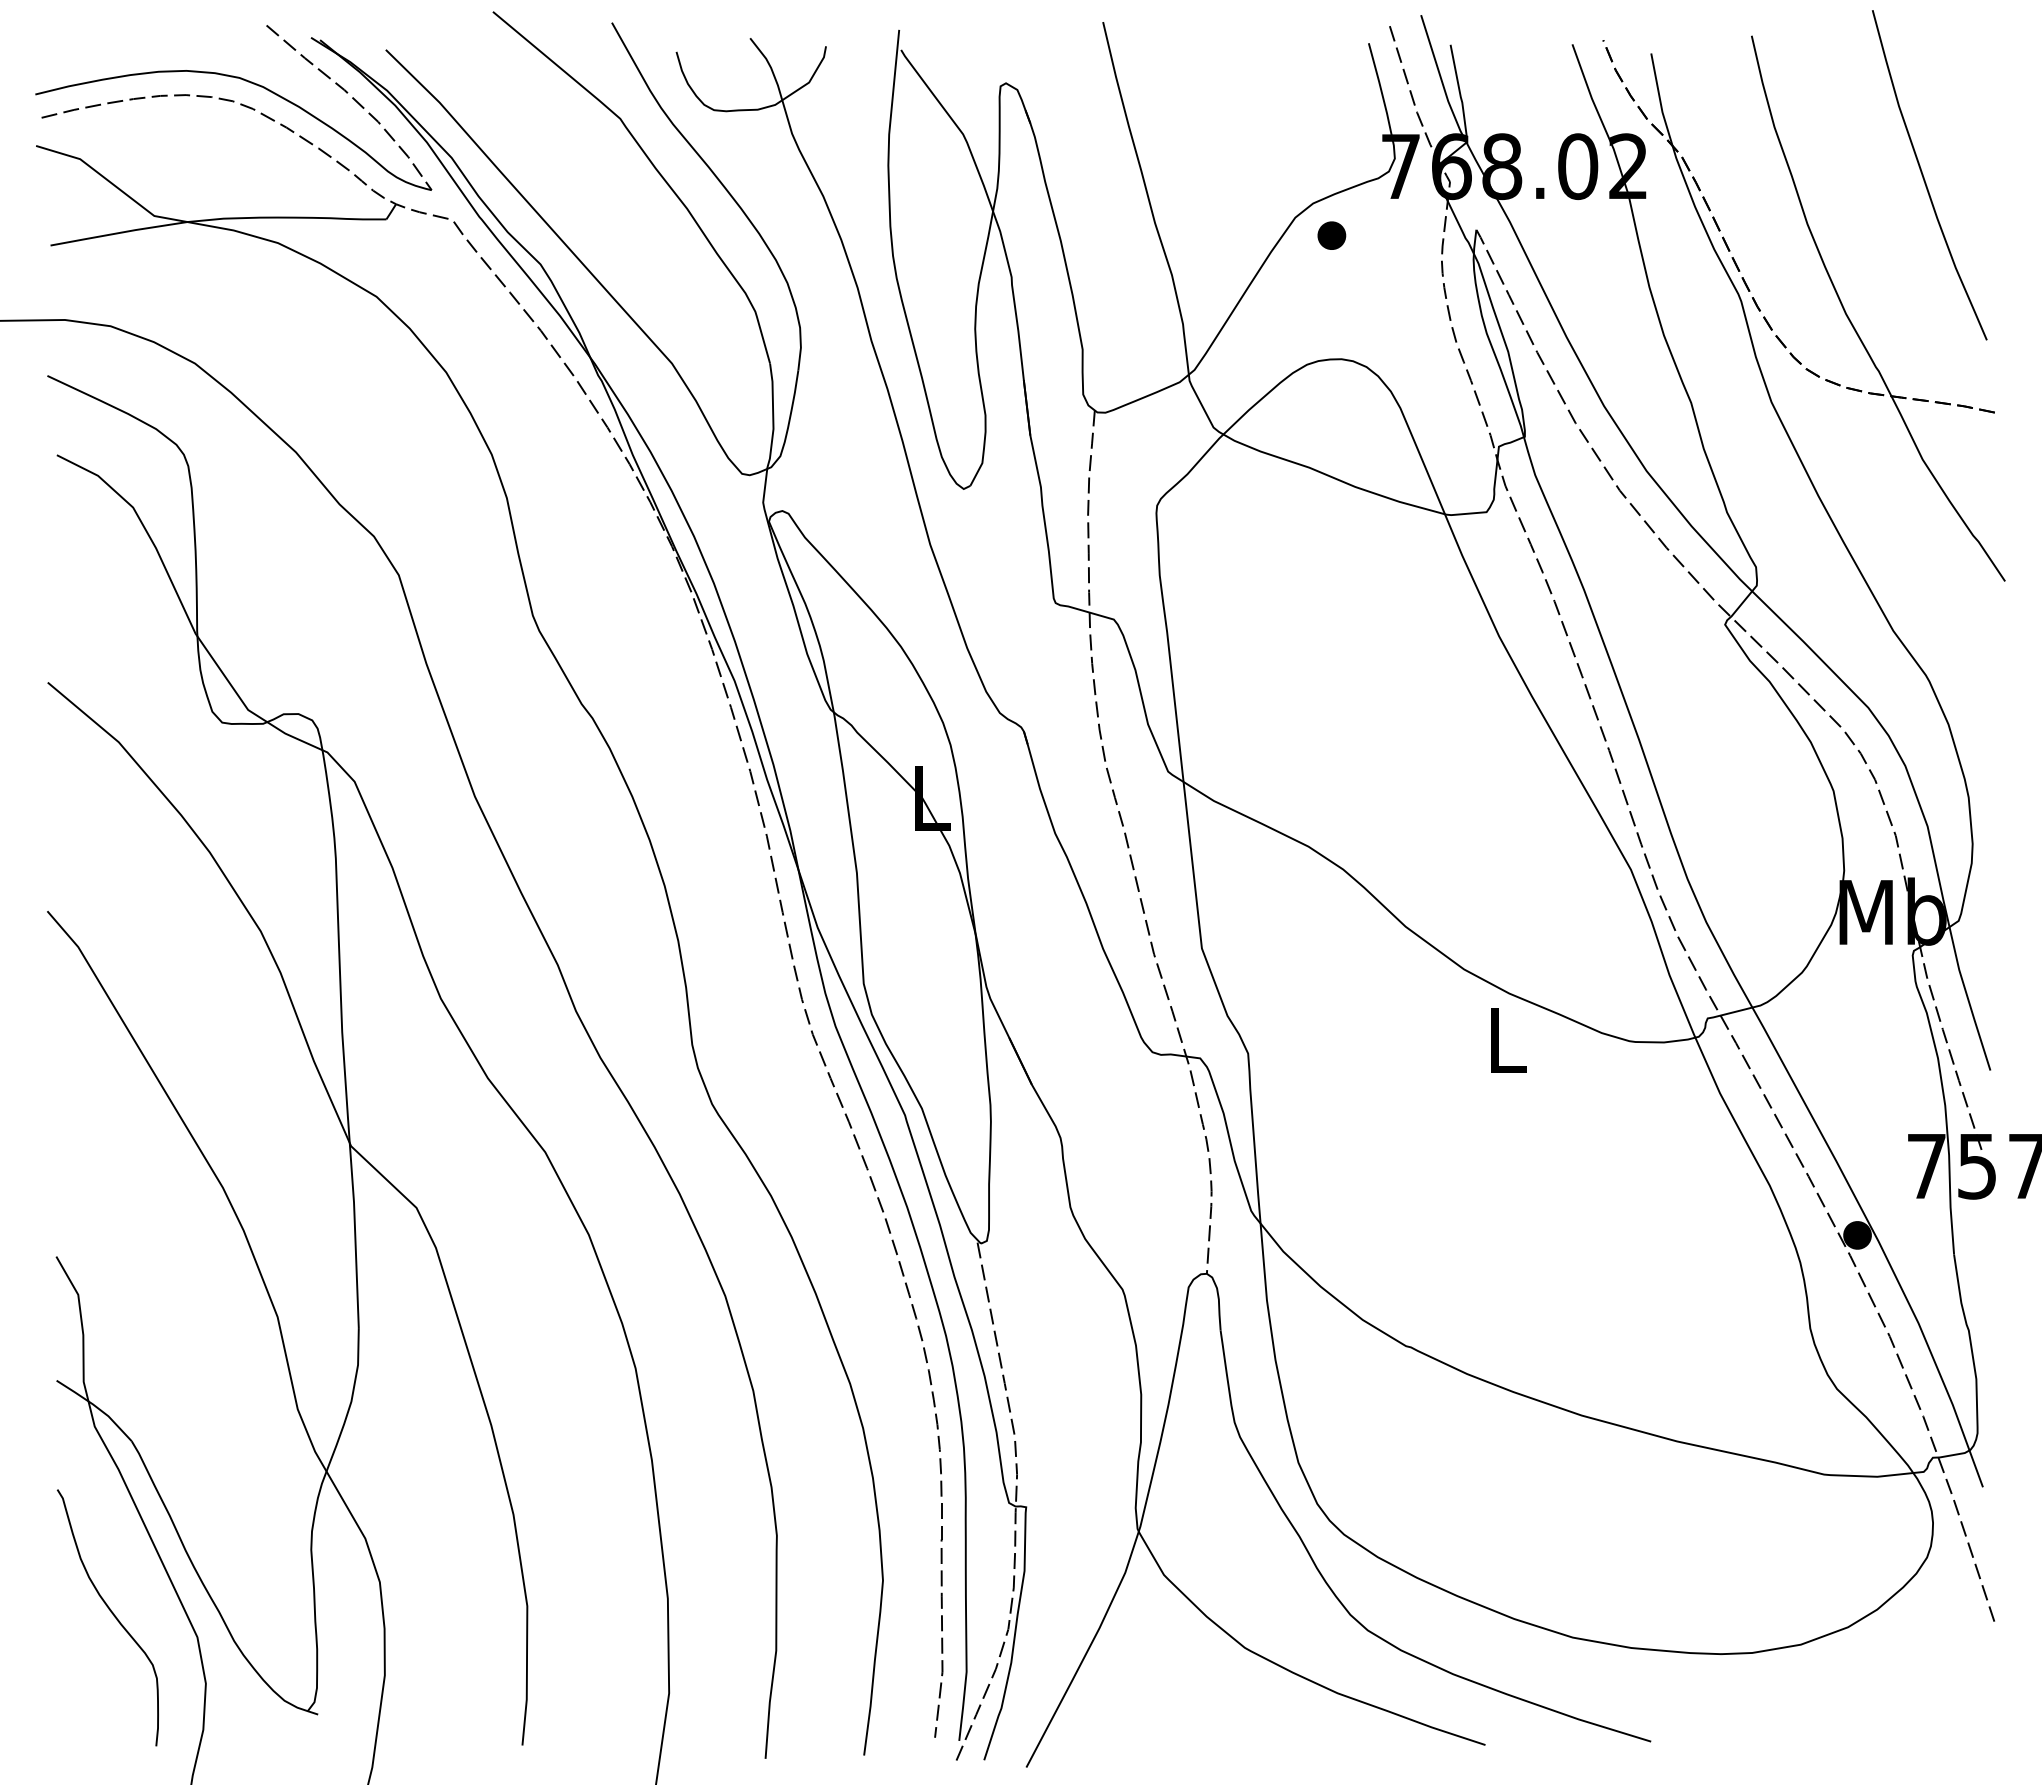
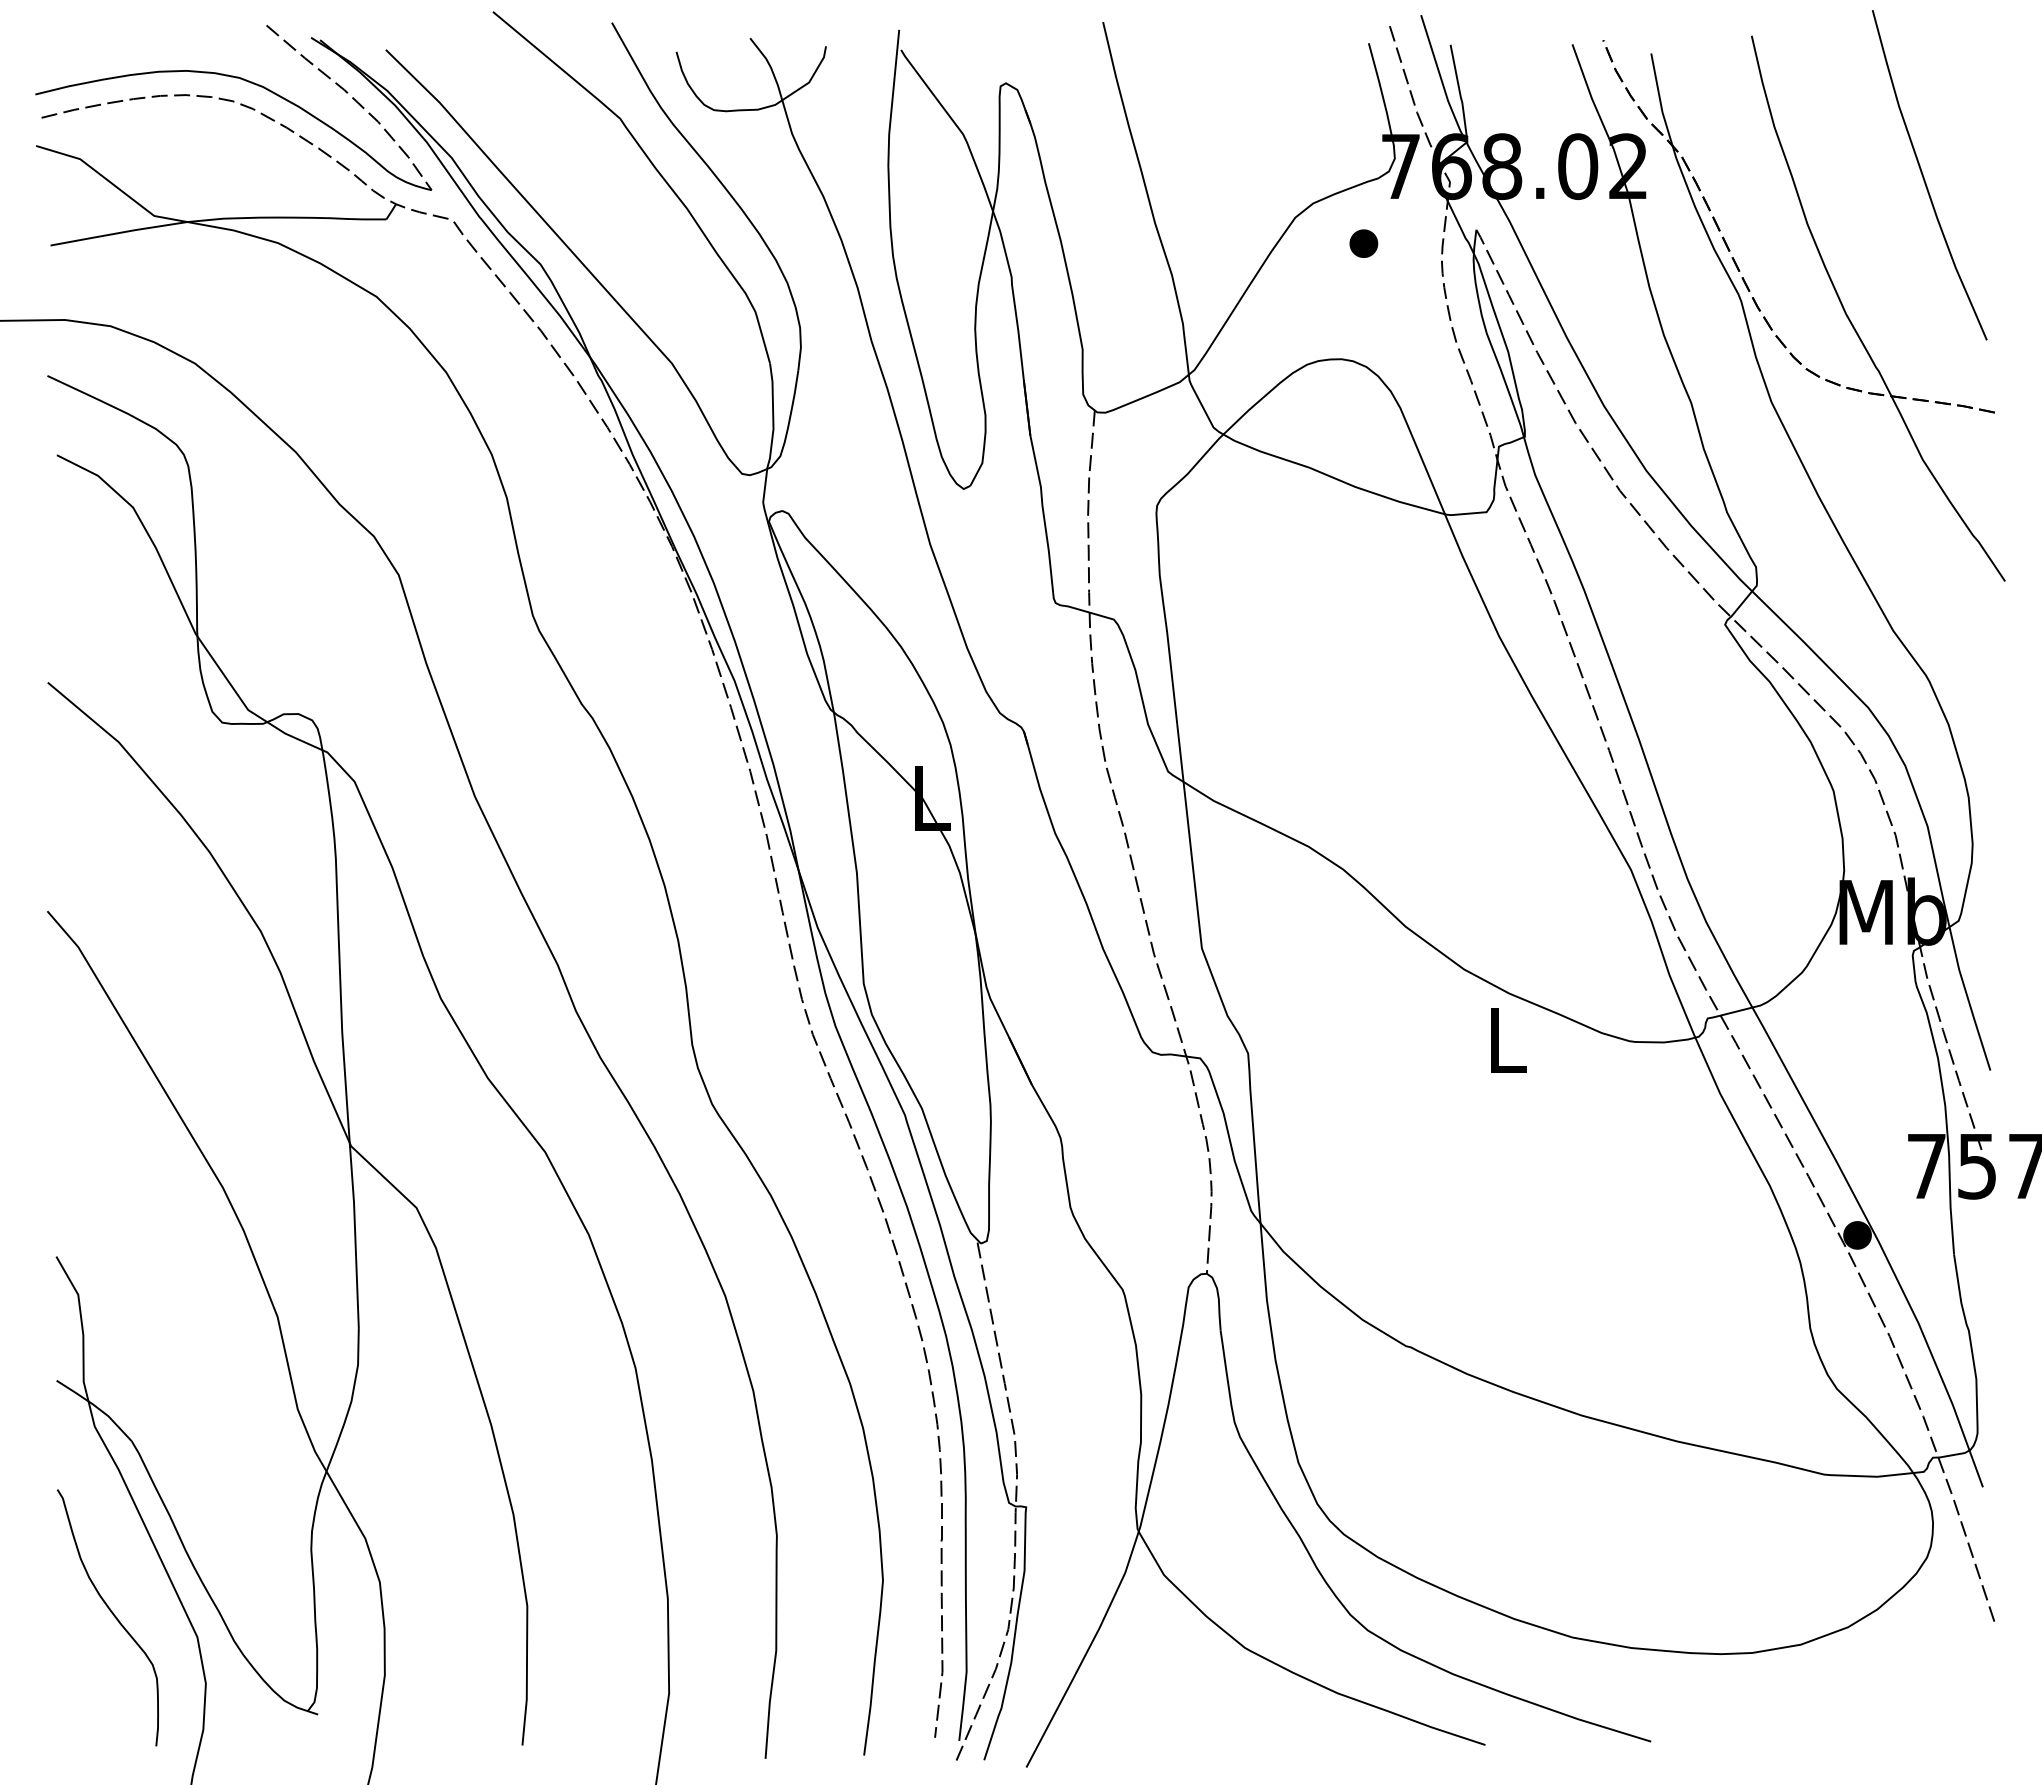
part at (1331, 235) position: (1331, 235) -> (1363, 243)
